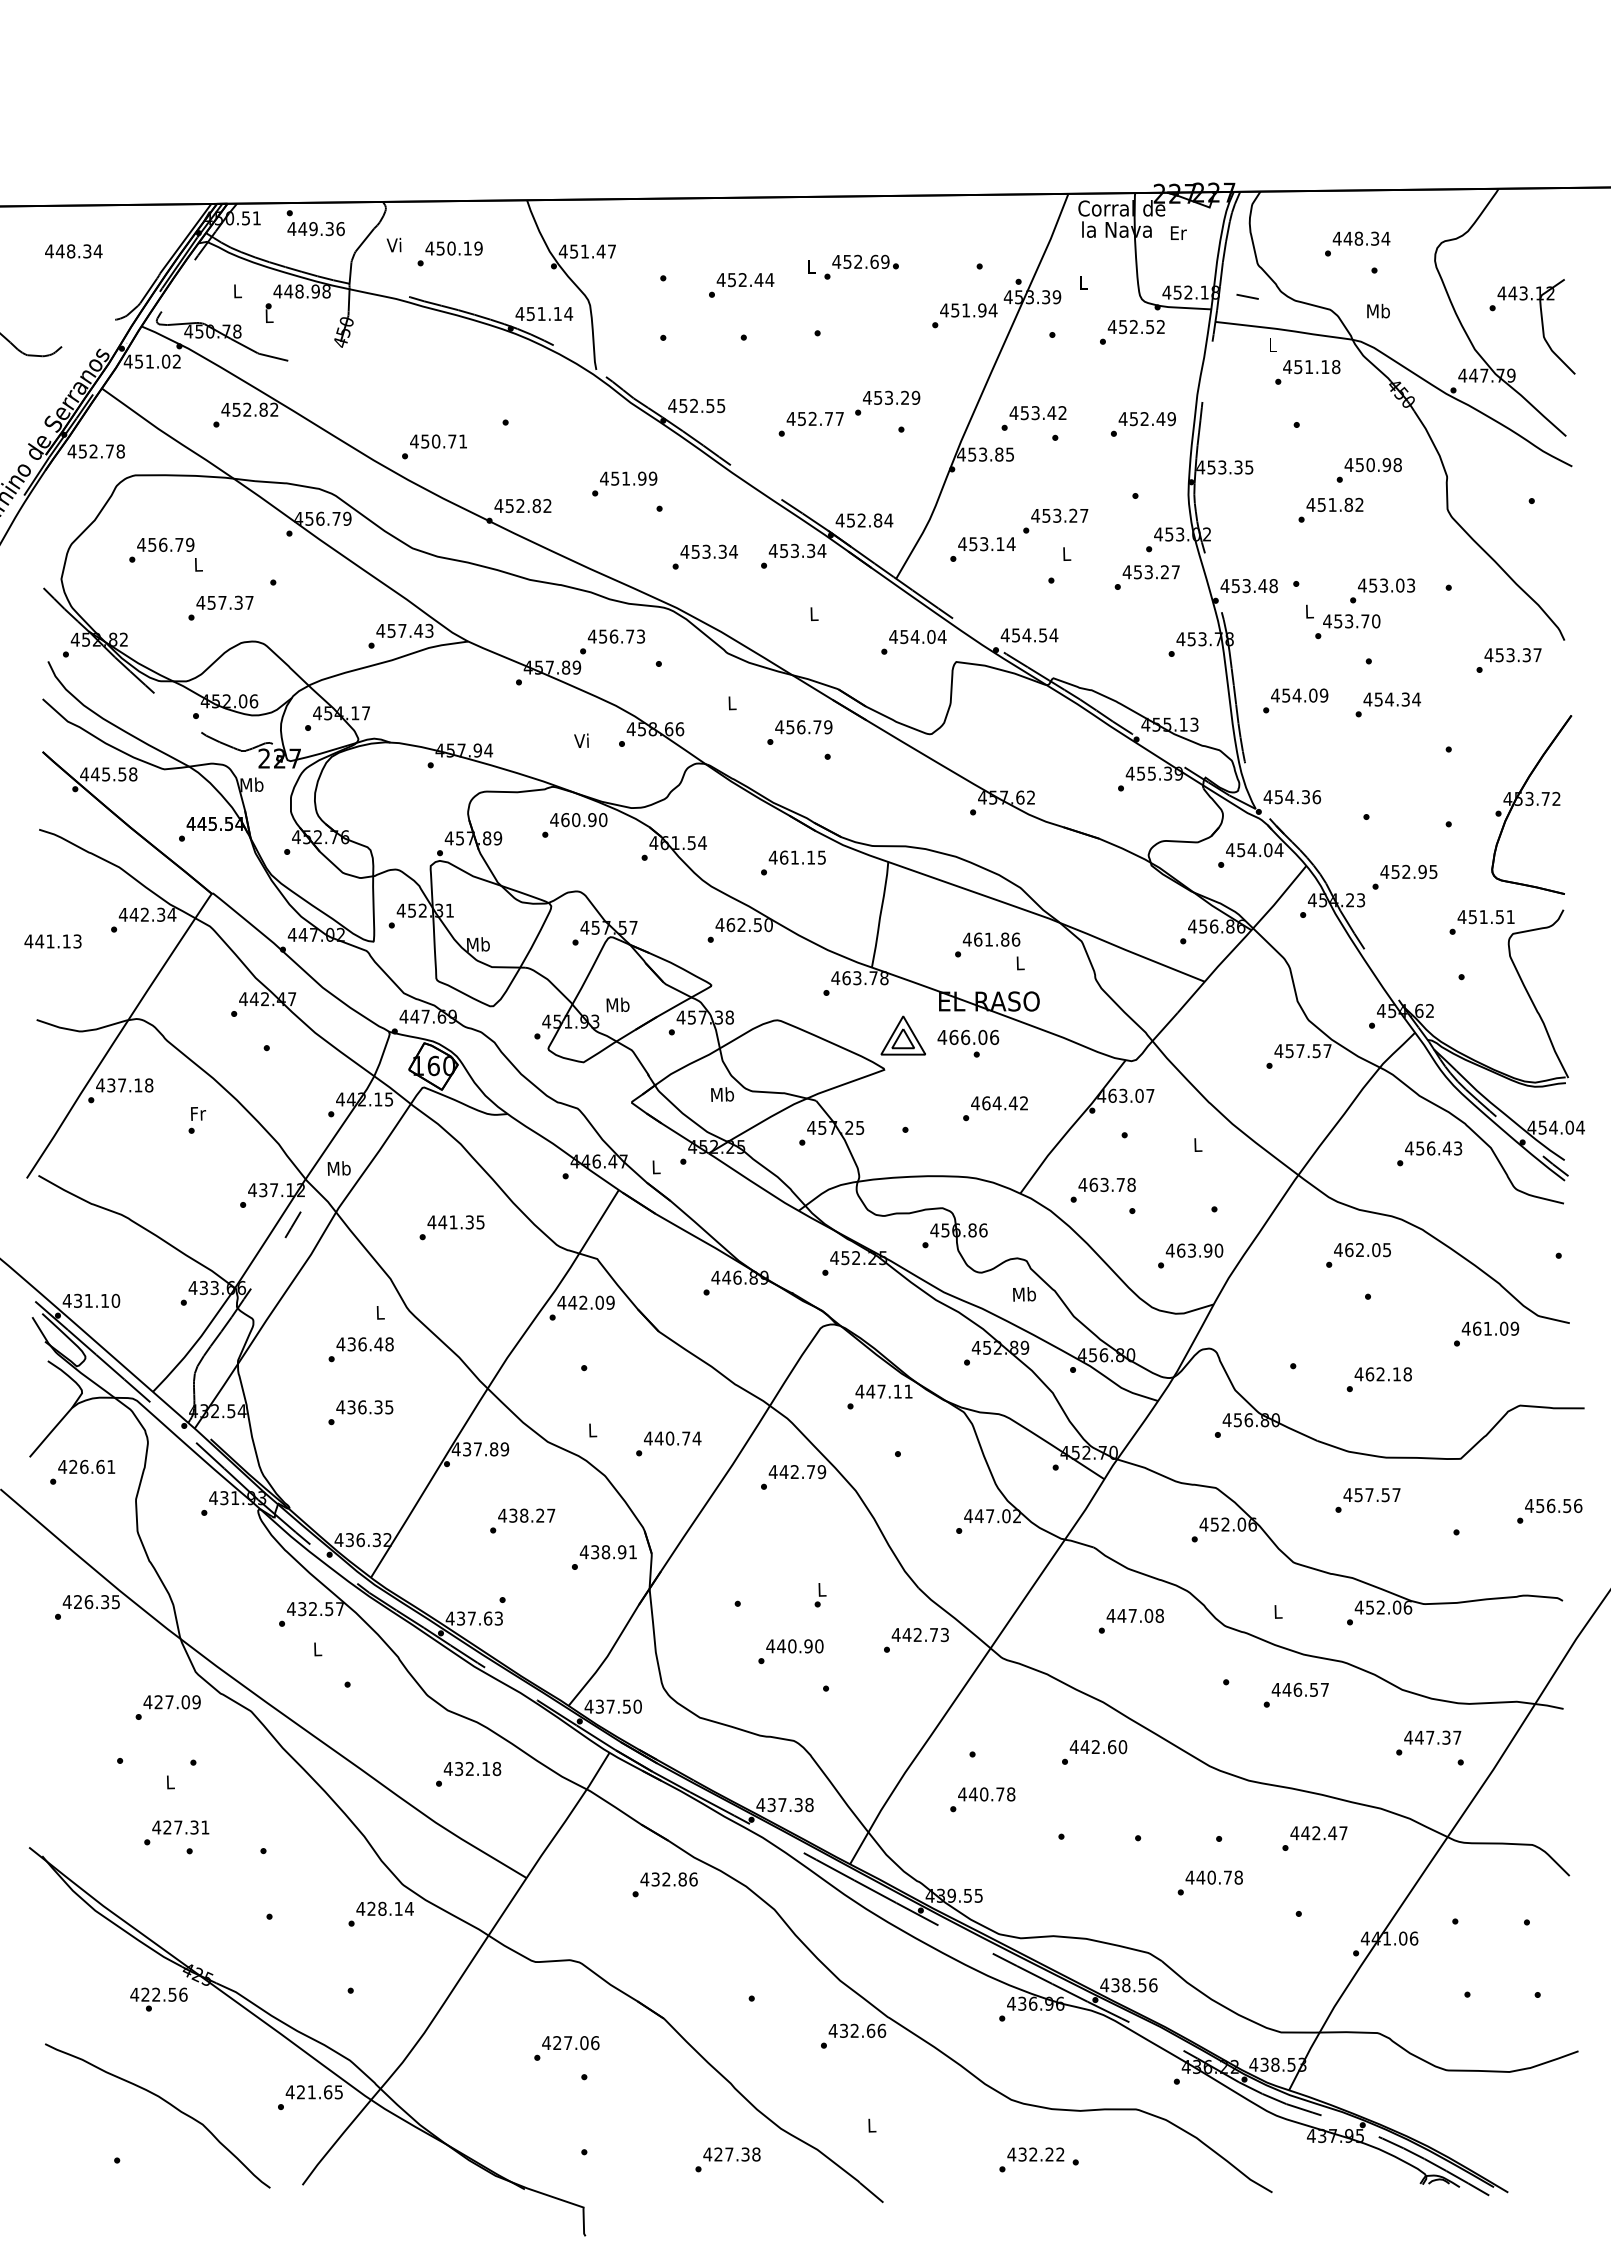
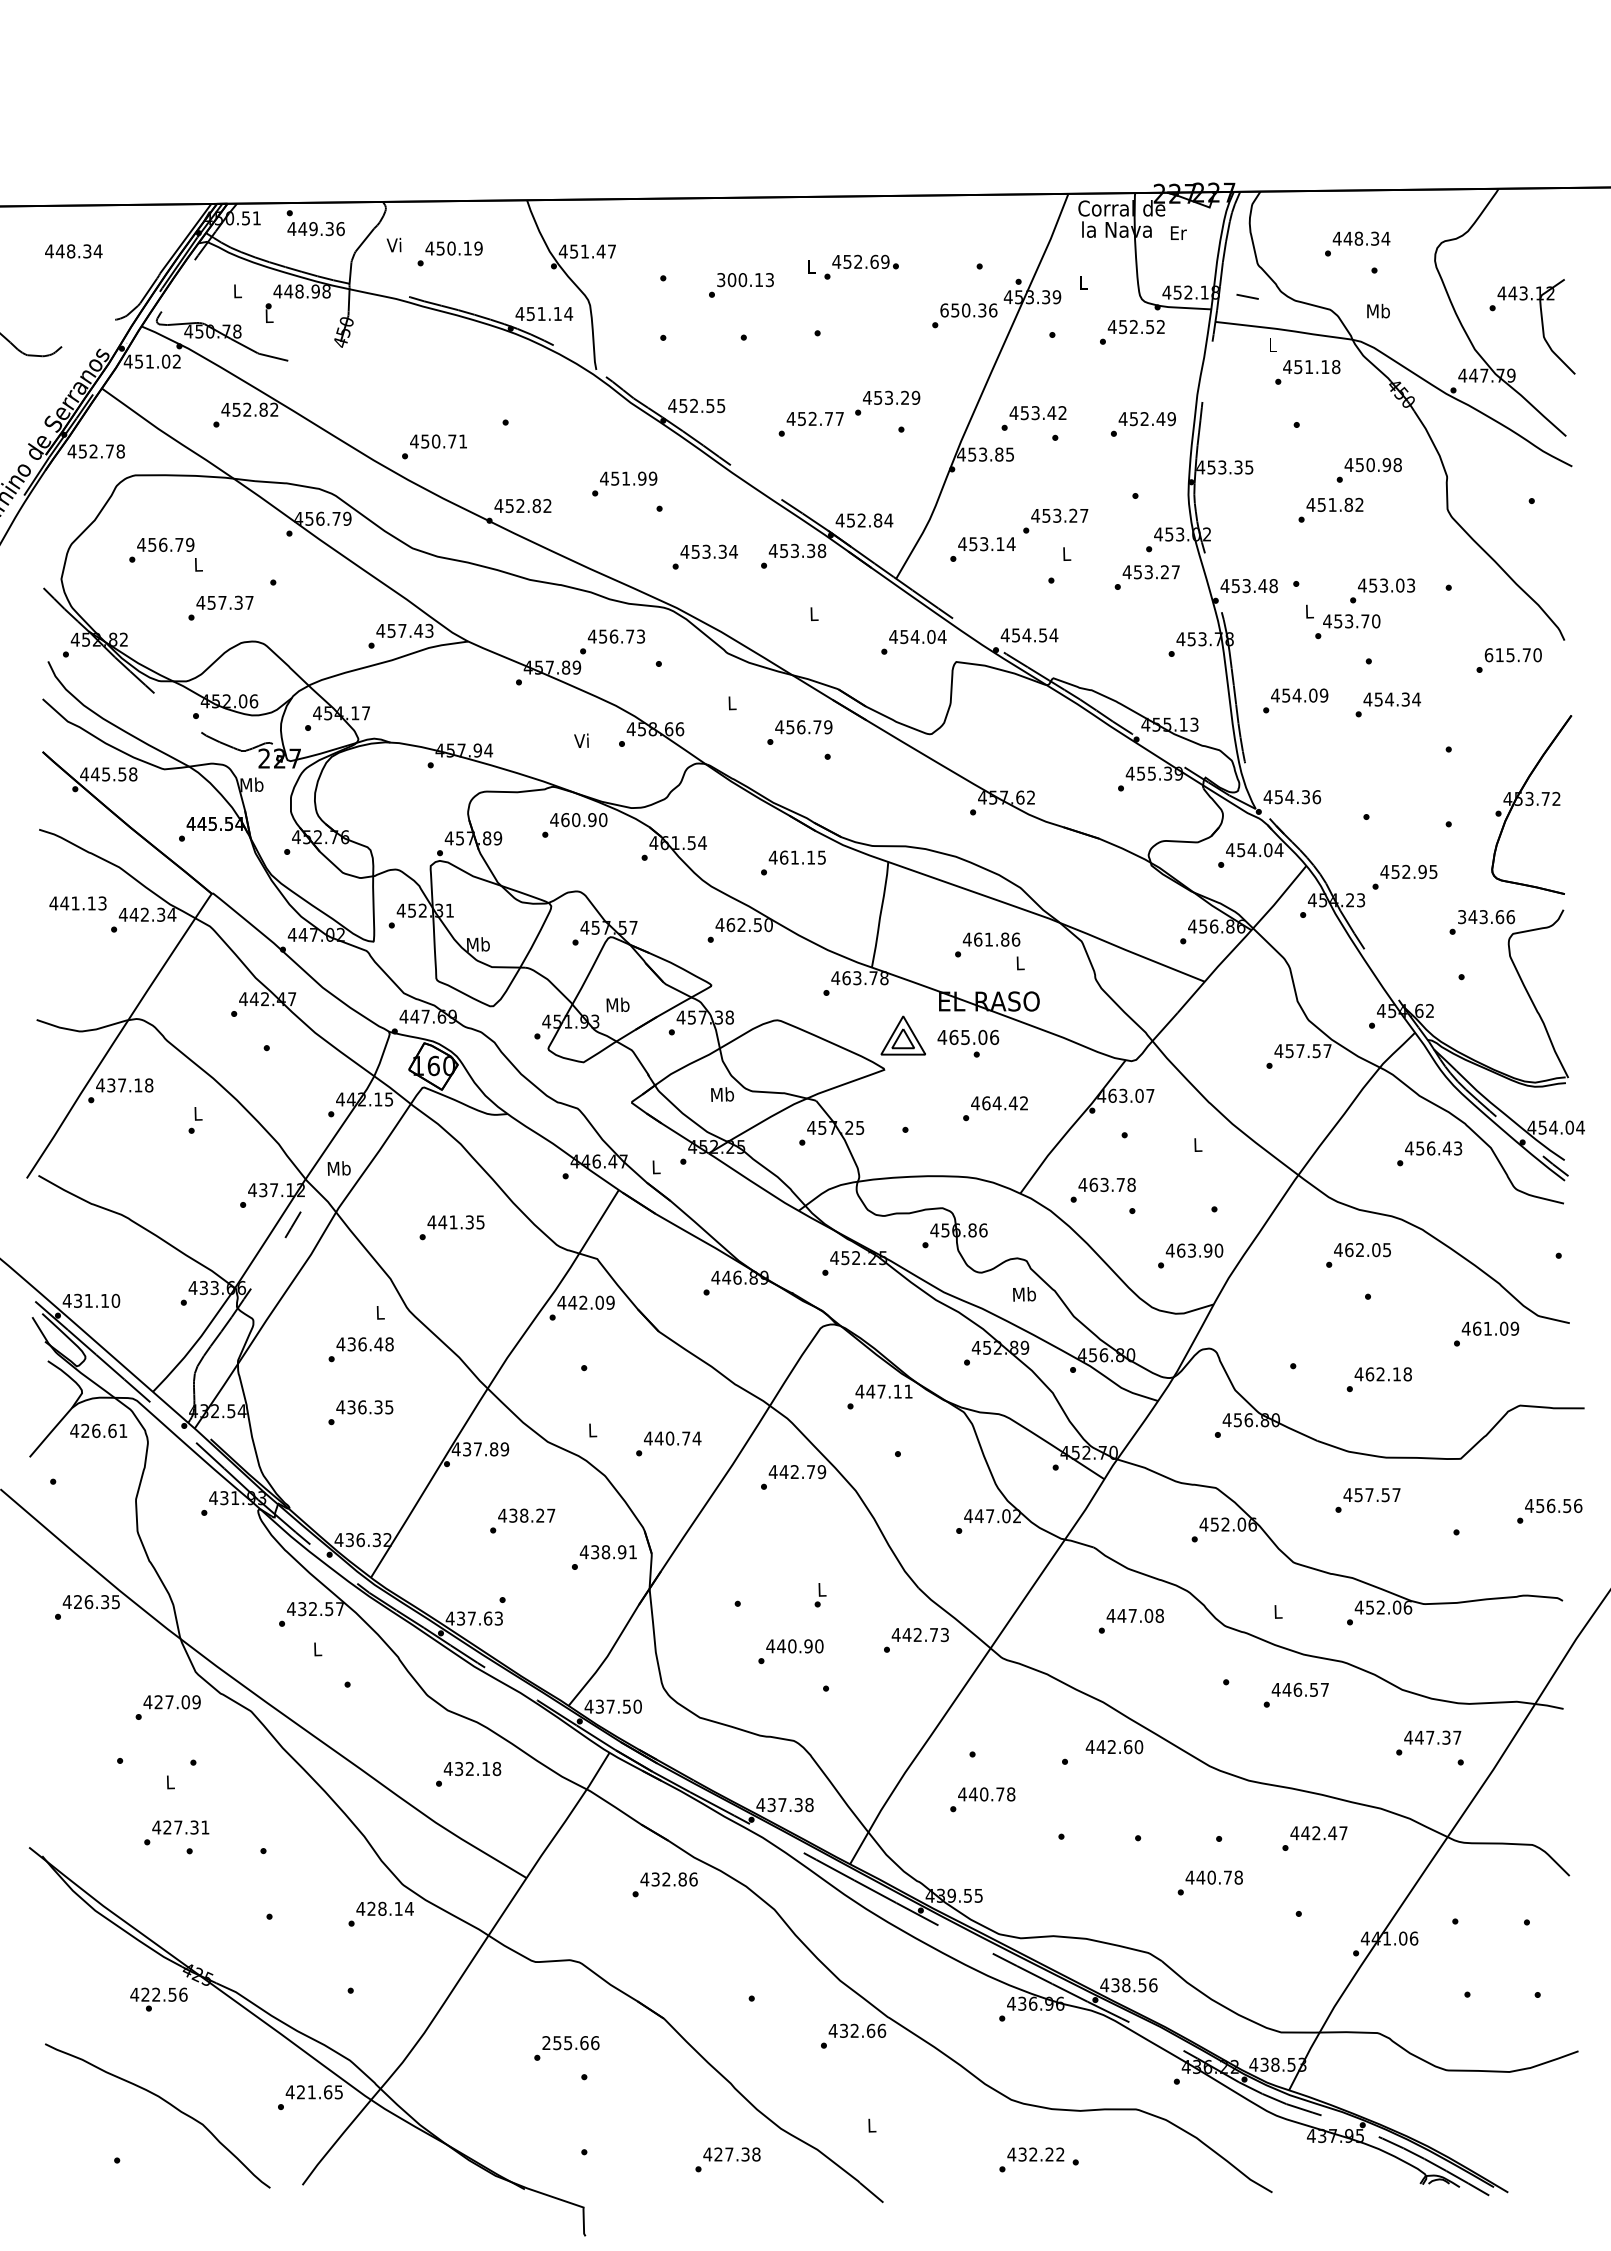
text at (745, 280): 452.44 -> 300.13
text at (968, 310): 451.94 -> 650.36
text at (821, 550): 453.34 -> 453.38
text at (1512, 655): 453.37 -> 615.70
text at (1486, 917): 451.51 -> 343.66
text at (52, 941) position: (52, 941) -> (77, 903)
text at (965, 1037): 466.06 -> 465.06
text at (198, 1113): Fr -> L
text at (86, 1466) position: (86, 1466) -> (98, 1430)
text at (1098, 1747) position: (1098, 1747) -> (1114, 1747)
text at (565, 2043): 427.06 -> 255.66
